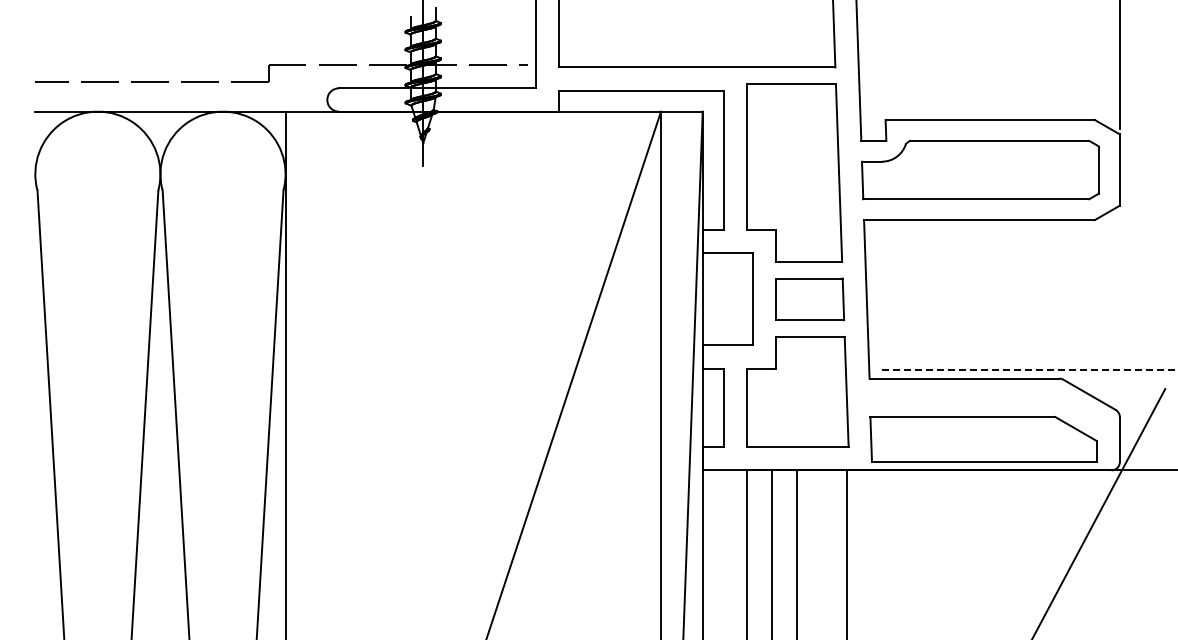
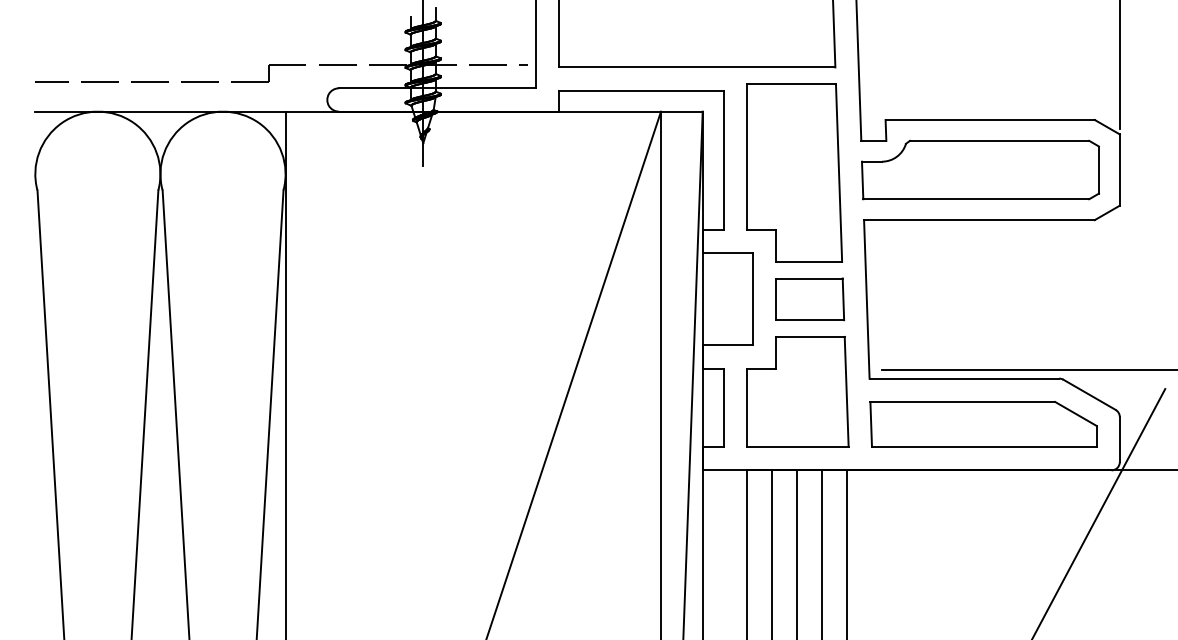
line at (1029, 370): dashed -> solid
part at (983, 439) position: (983, 439) -> (983, 424)
line at (822, 553): none -> present
